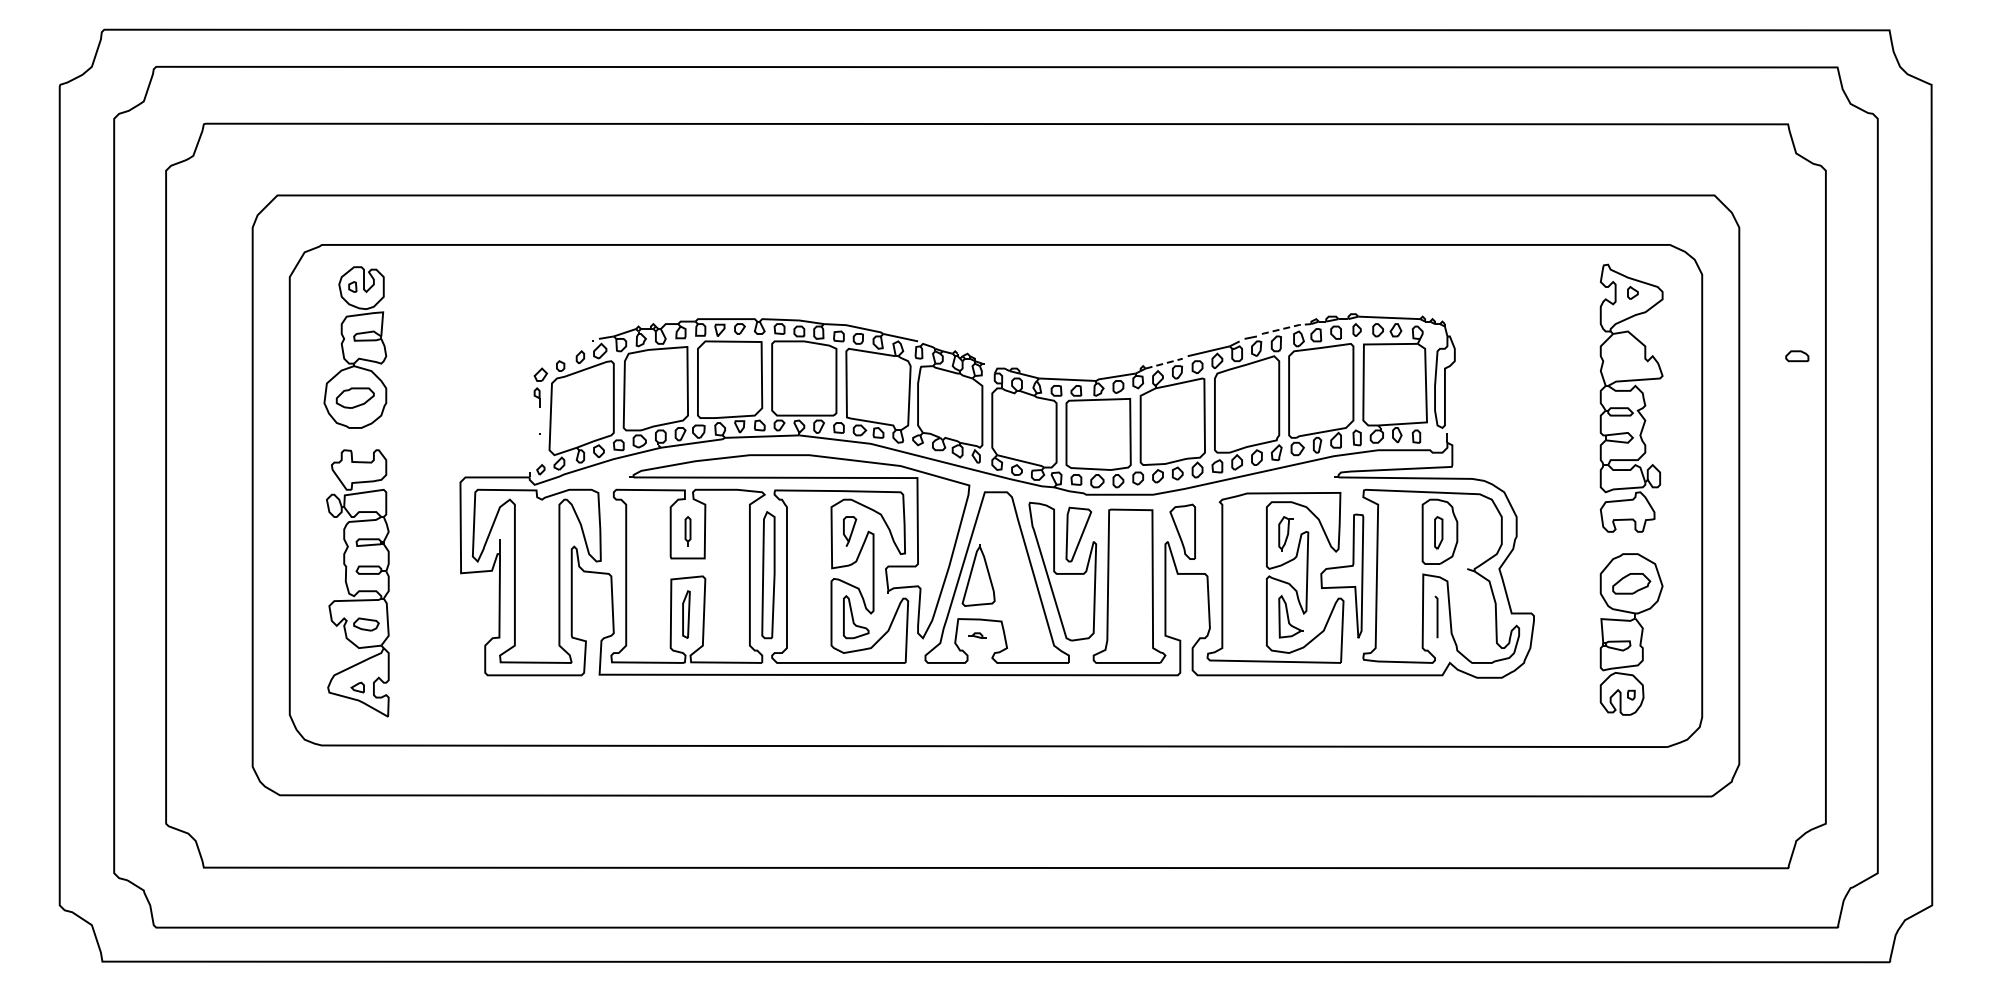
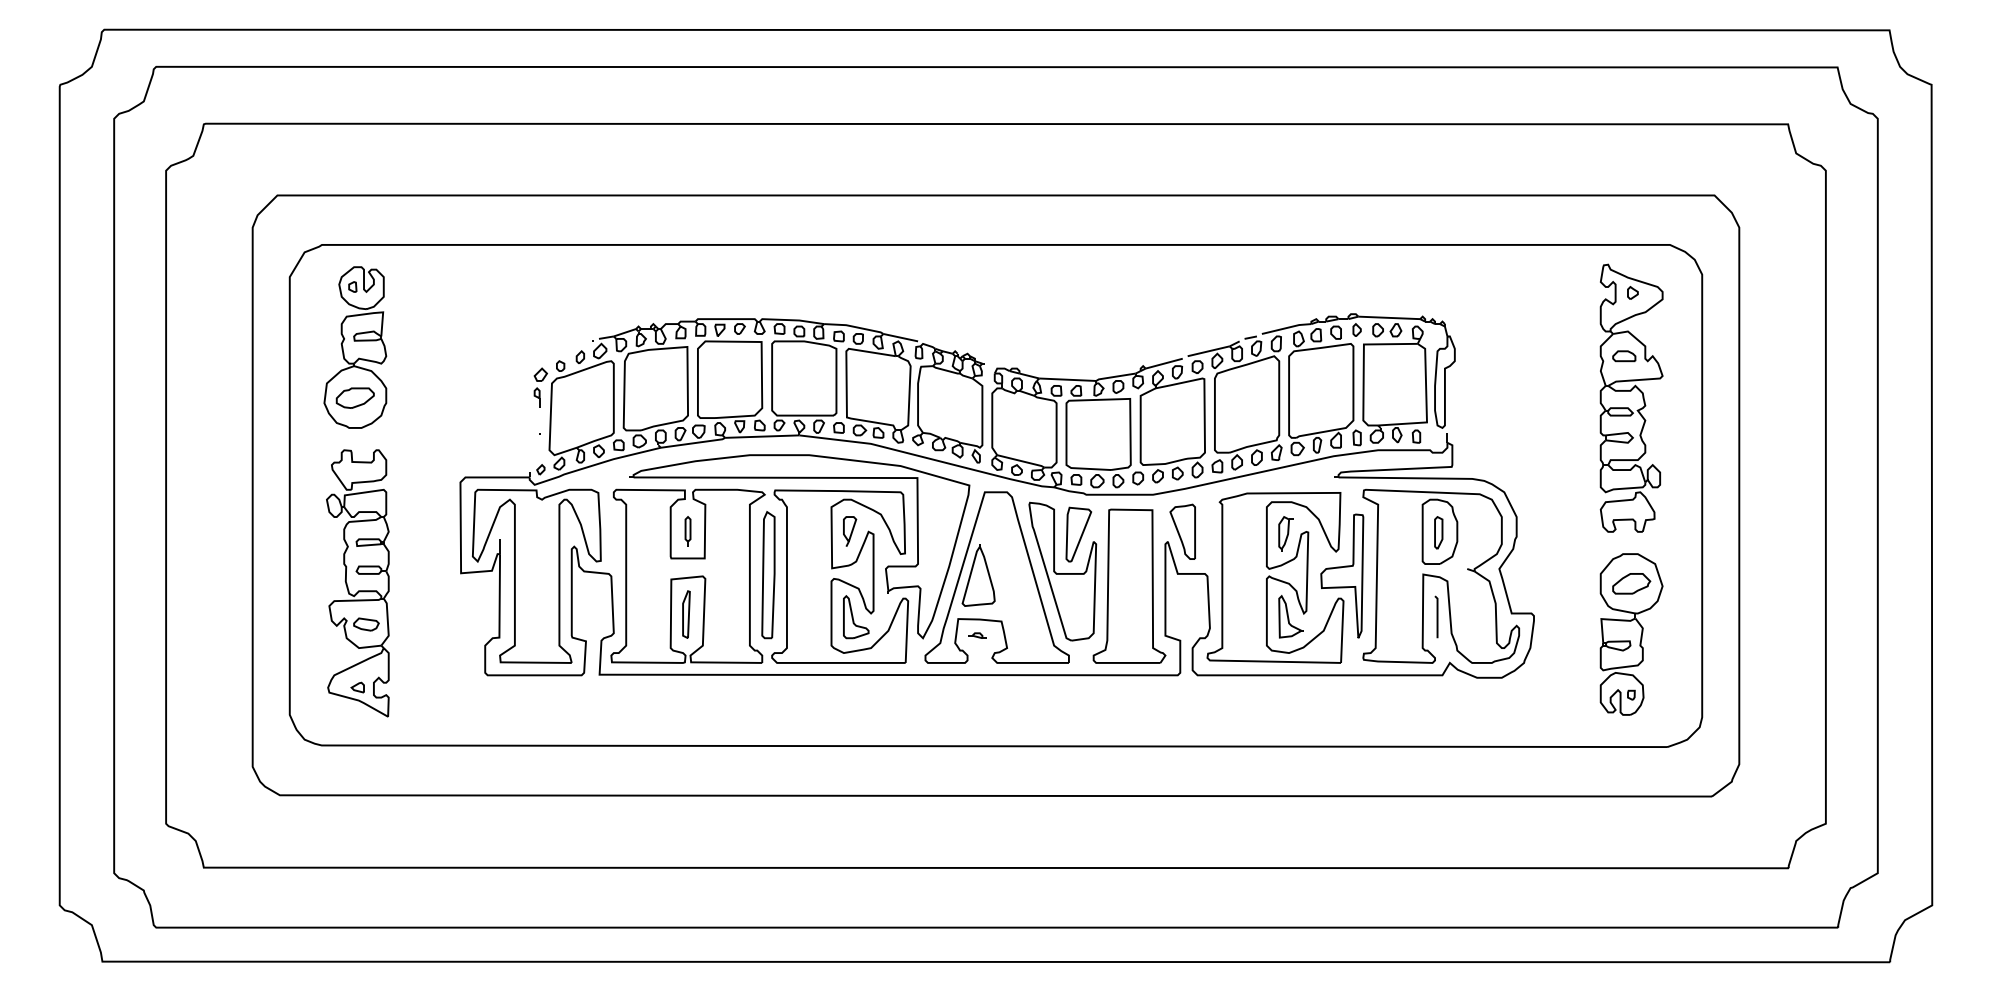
line at (1286, 328): dashed -> solid
part at (1797, 356) position: (1797, 356) -> (1624, 356)
line at (1164, 363): dashed -> solid
